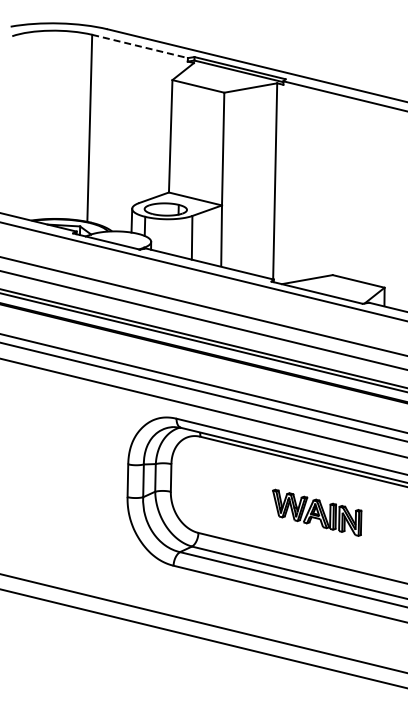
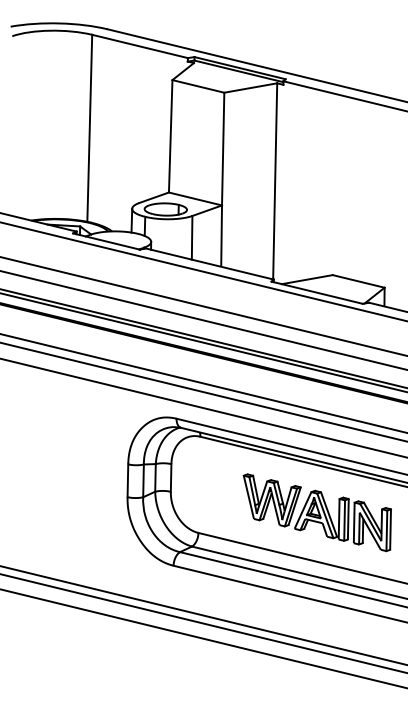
line at (140, 46): dashed -> solid
part at (317, 512) size: 91x49 px -> 150x80 px
line at (203, 615): none -> present
